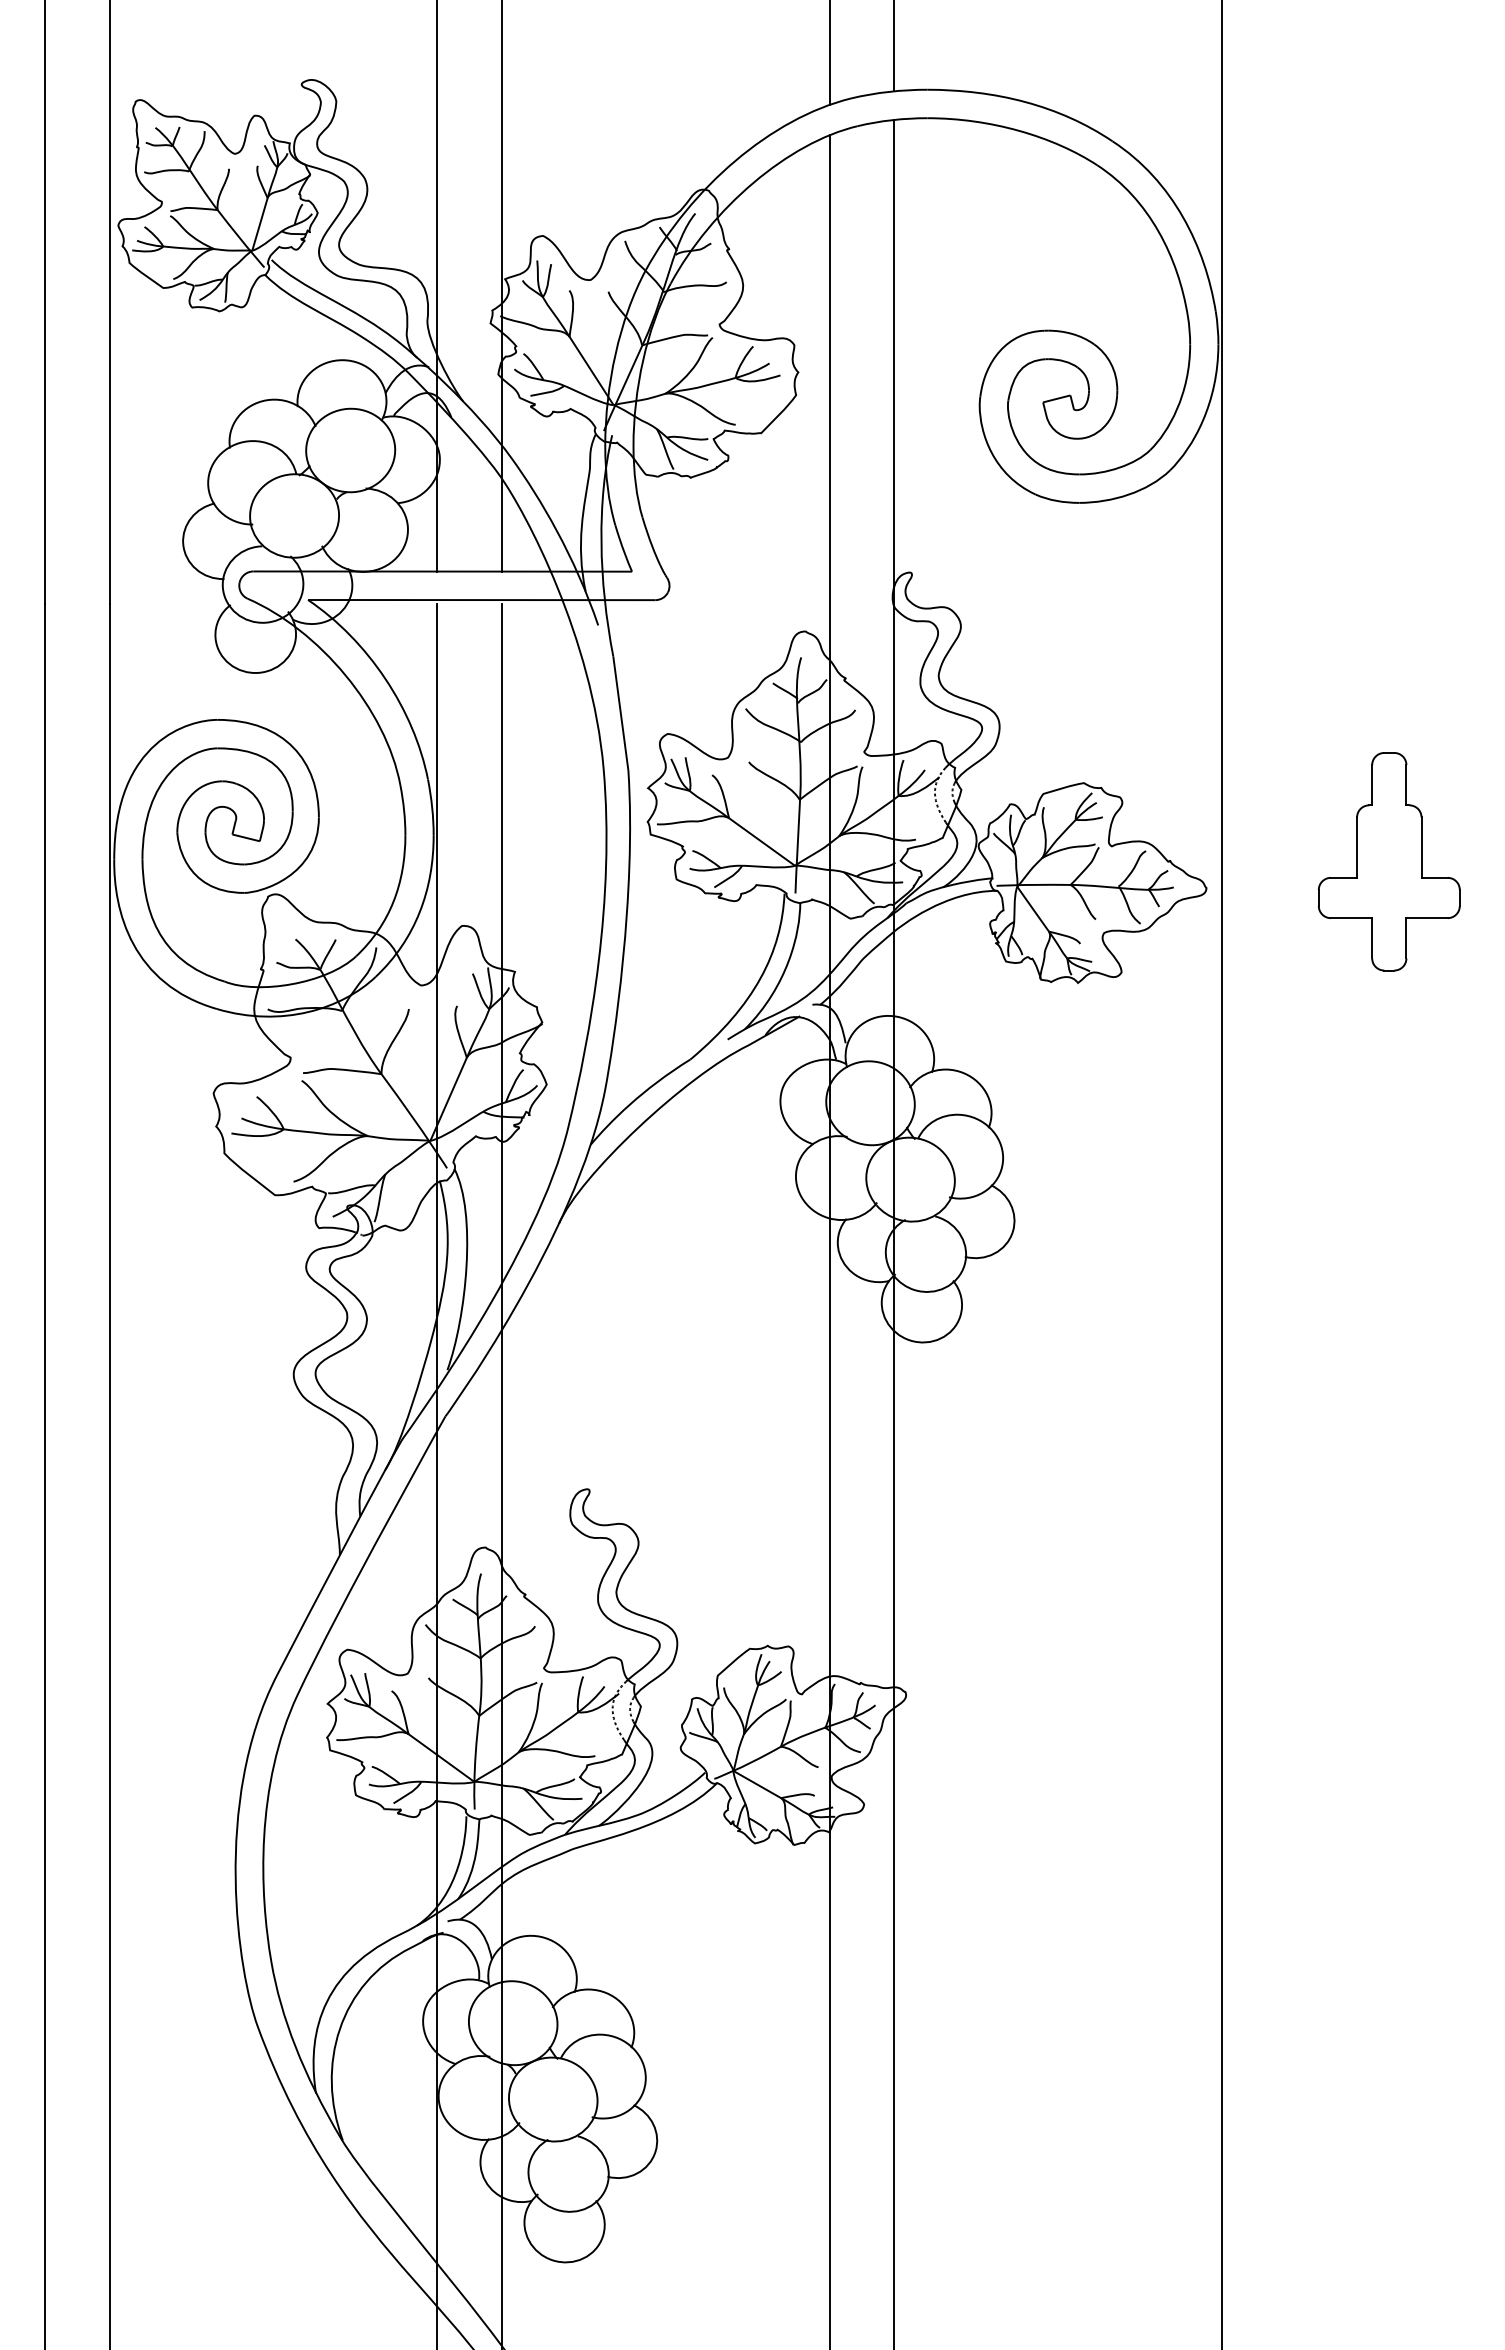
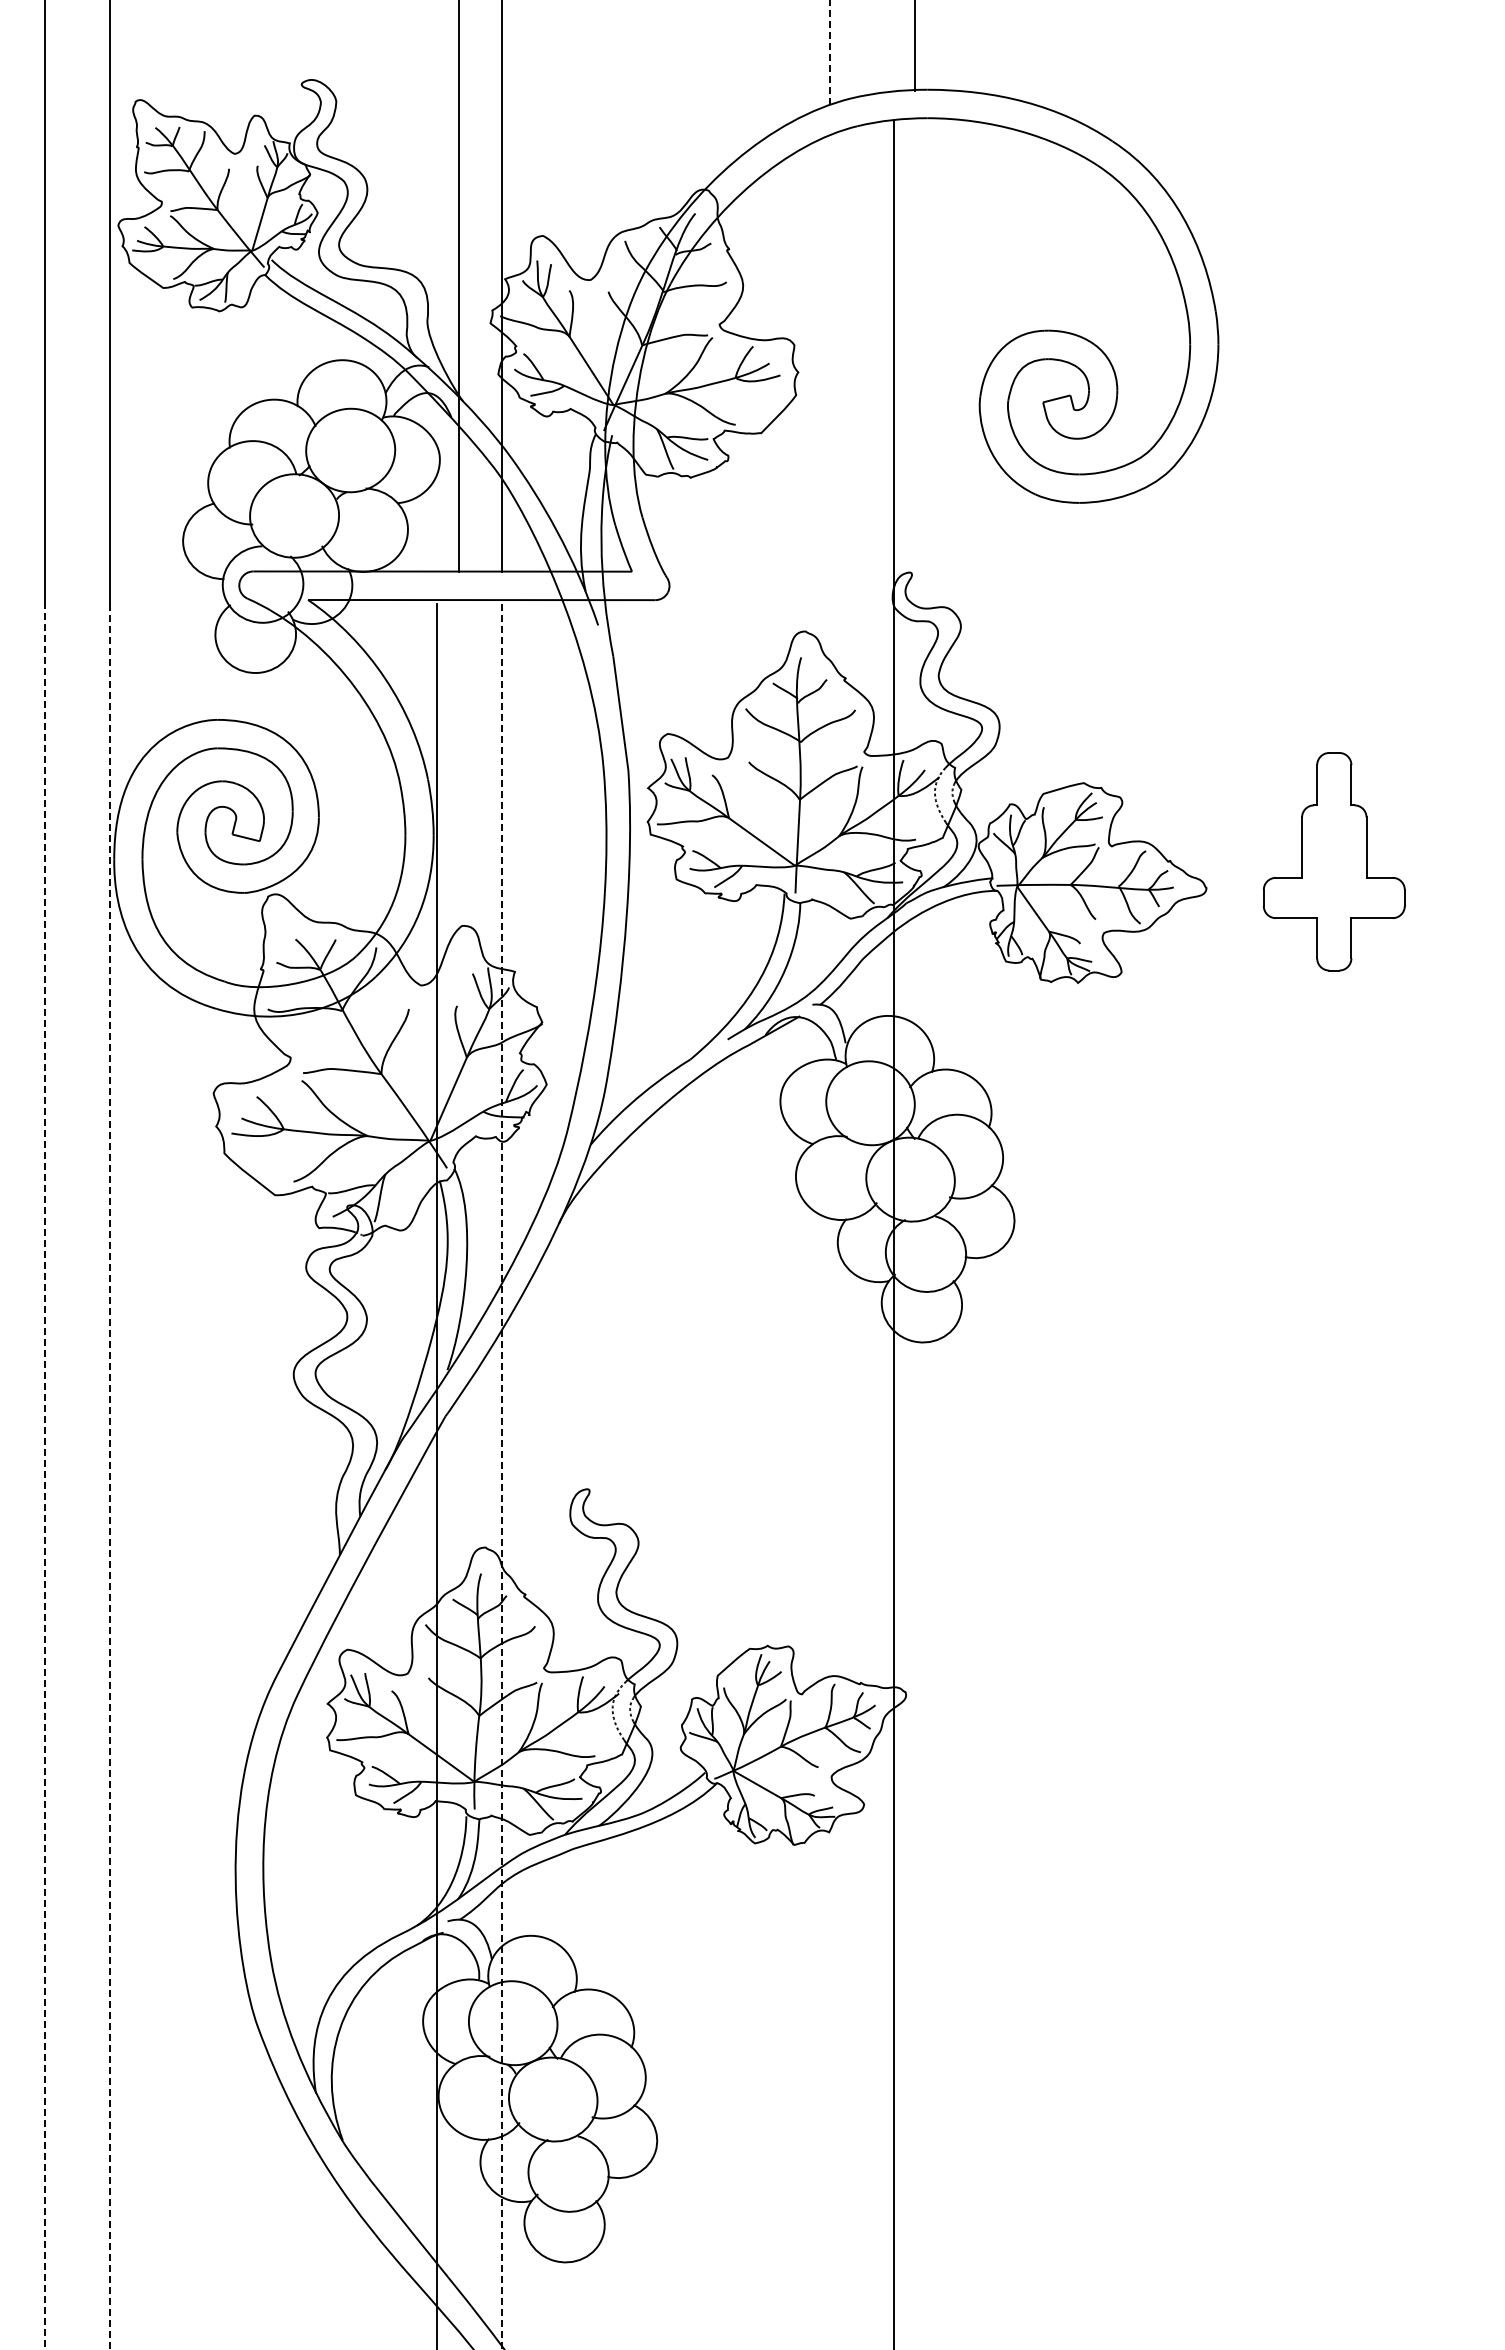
line at (894, 46) position: (894, 46) -> (915, 46)
line at (829, 52): solid -> dashed
line at (437, 286) position: (437, 286) -> (459, 286)
part at (1388, 861) position: (1388, 861) -> (1333, 861)
line at (1222, 1174): present -> none
line at (829, 1240): present -> none
line at (45, 1476): solid -> dashed
line at (109, 1476): solid -> dashed
line at (501, 1476): solid -> dashed
